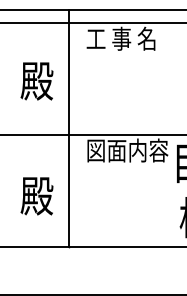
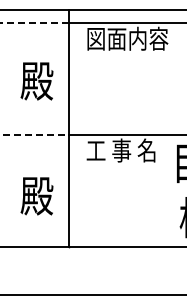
line at (34, 23): solid -> dashed
text at (127, 38): 工 事 名 -> 図面内容
line at (34, 134): solid -> dashed
text at (127, 150): 図面内容 -> 工 事 名
